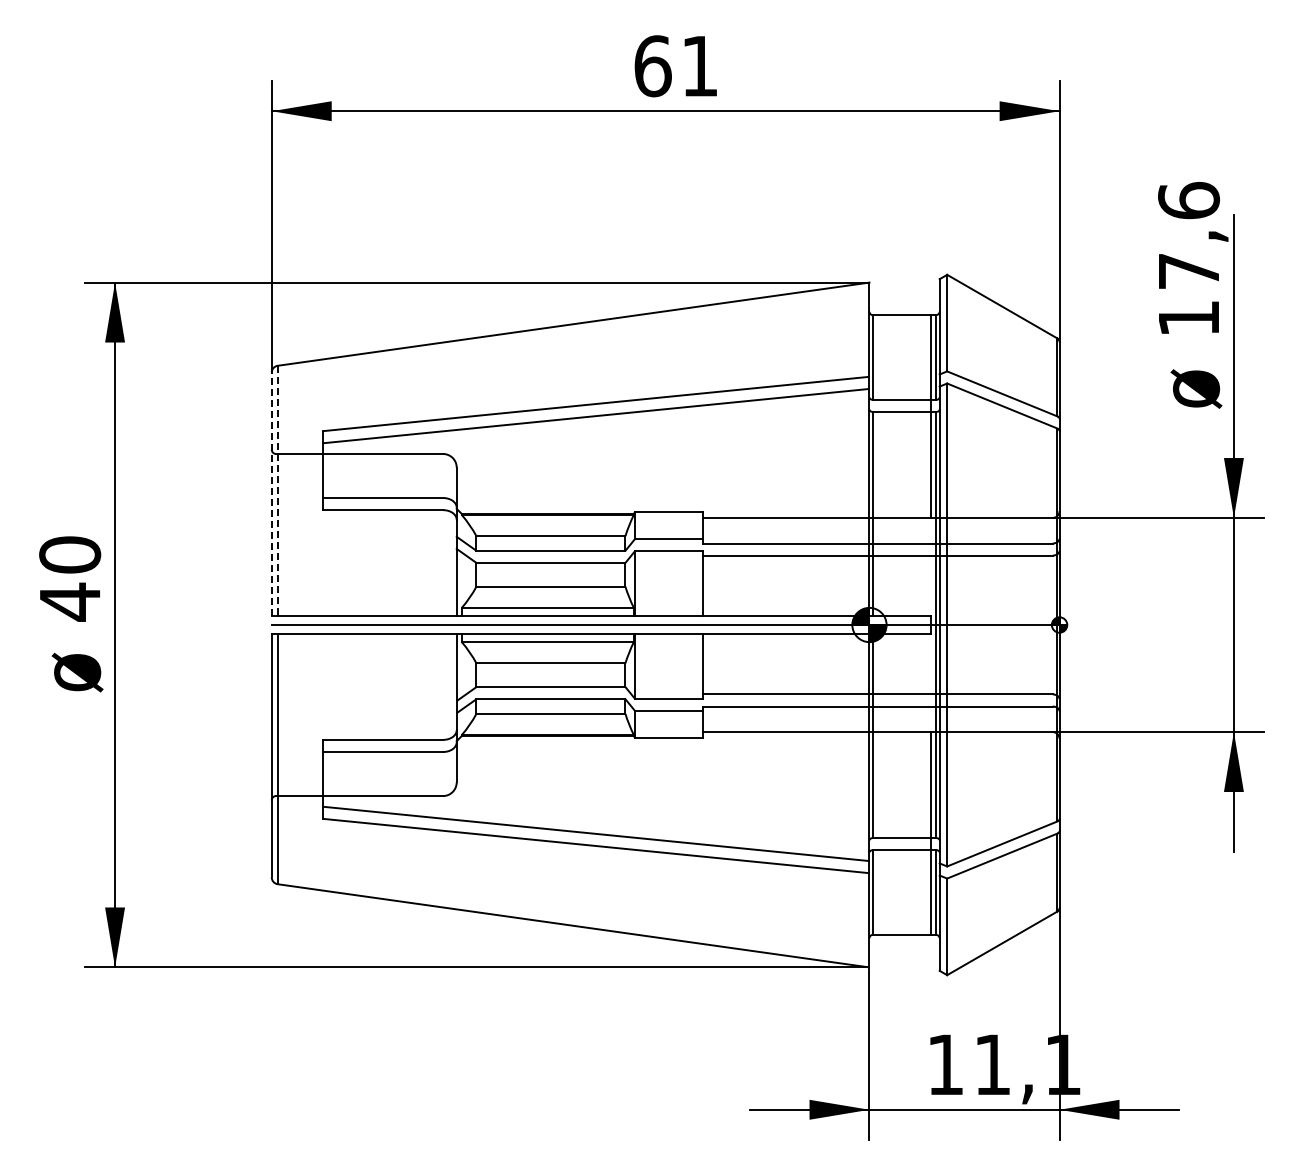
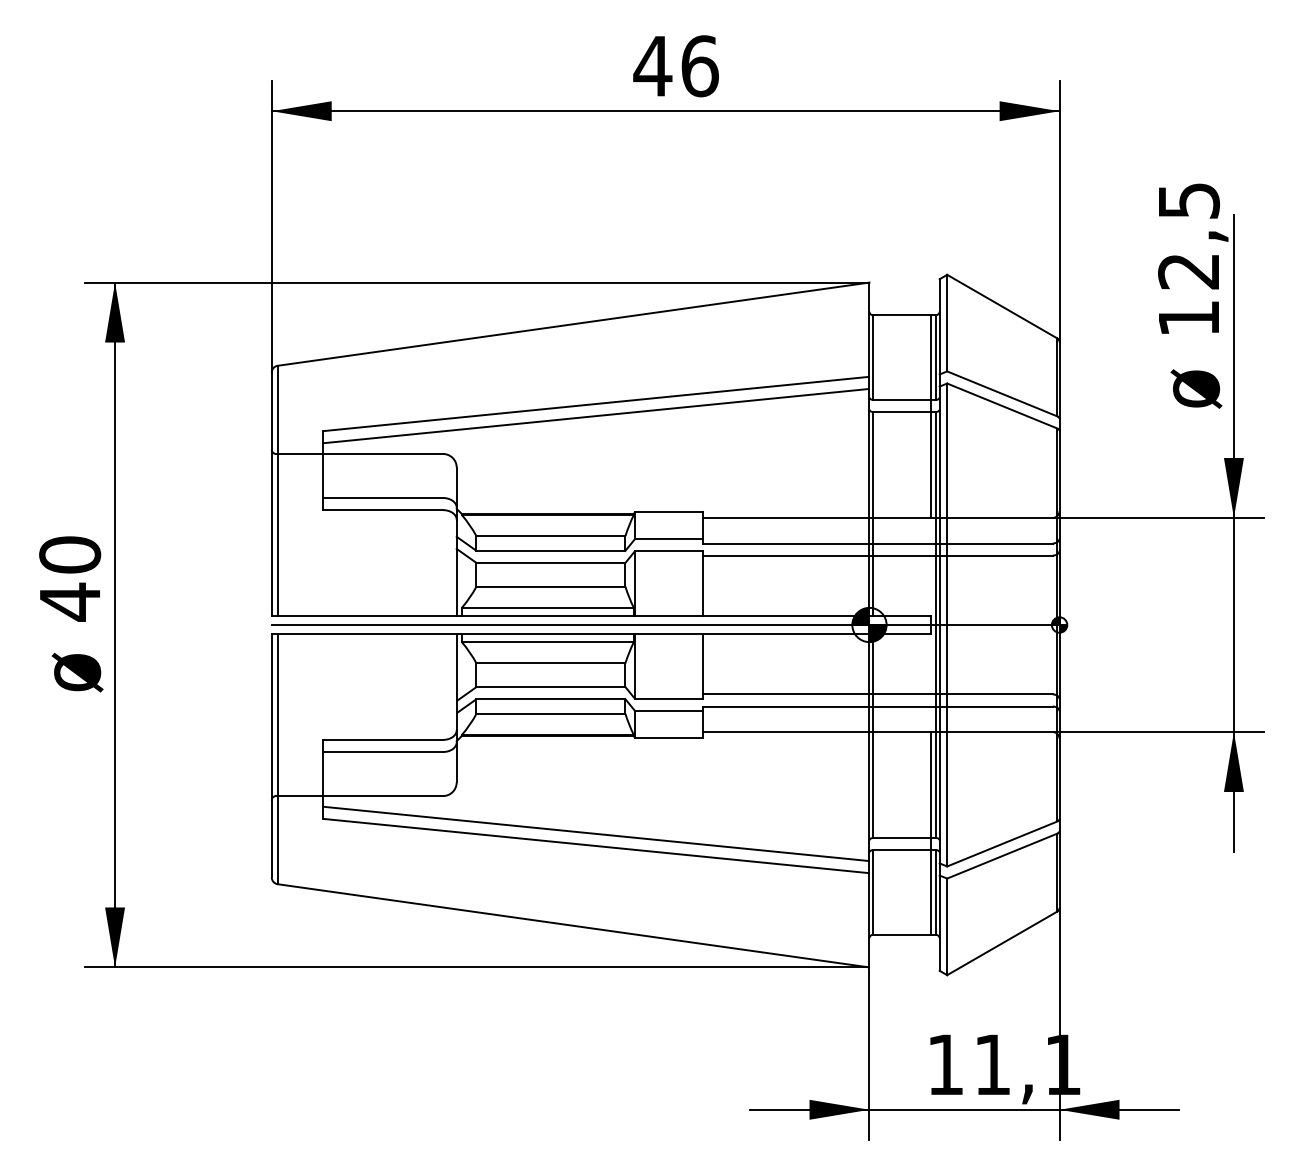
text at (675, 66): 61 -> 46
text at (1189, 235): 17,6 -> 12,5
line at (277, 491): dashed -> solid
line at (271, 494): dashed -> solid
